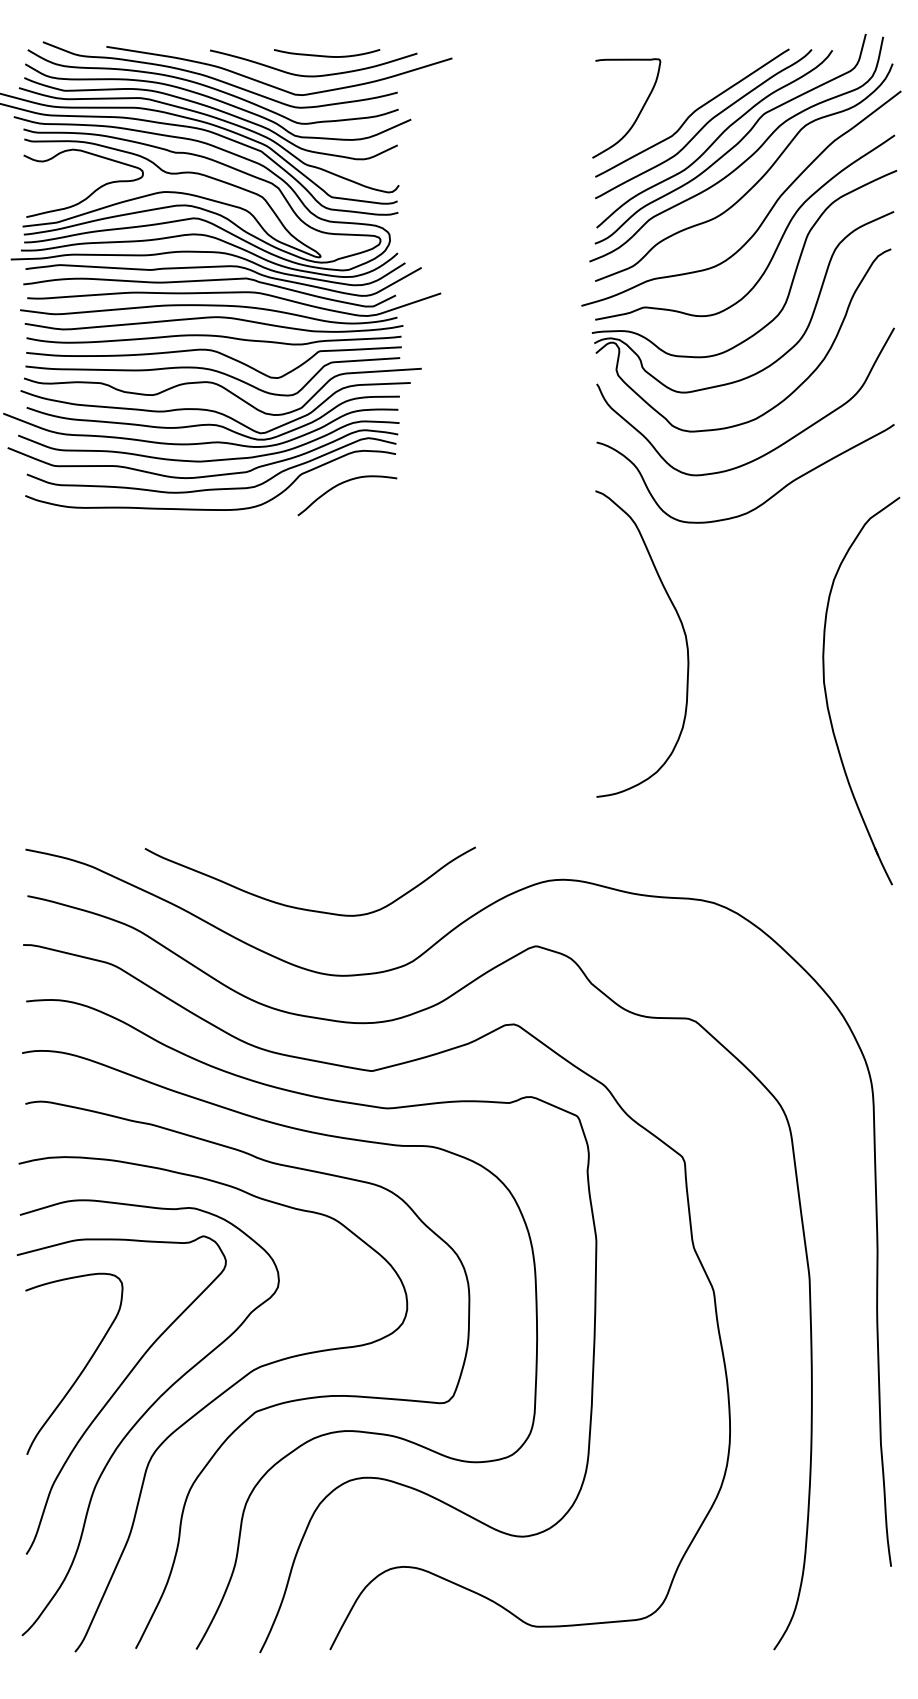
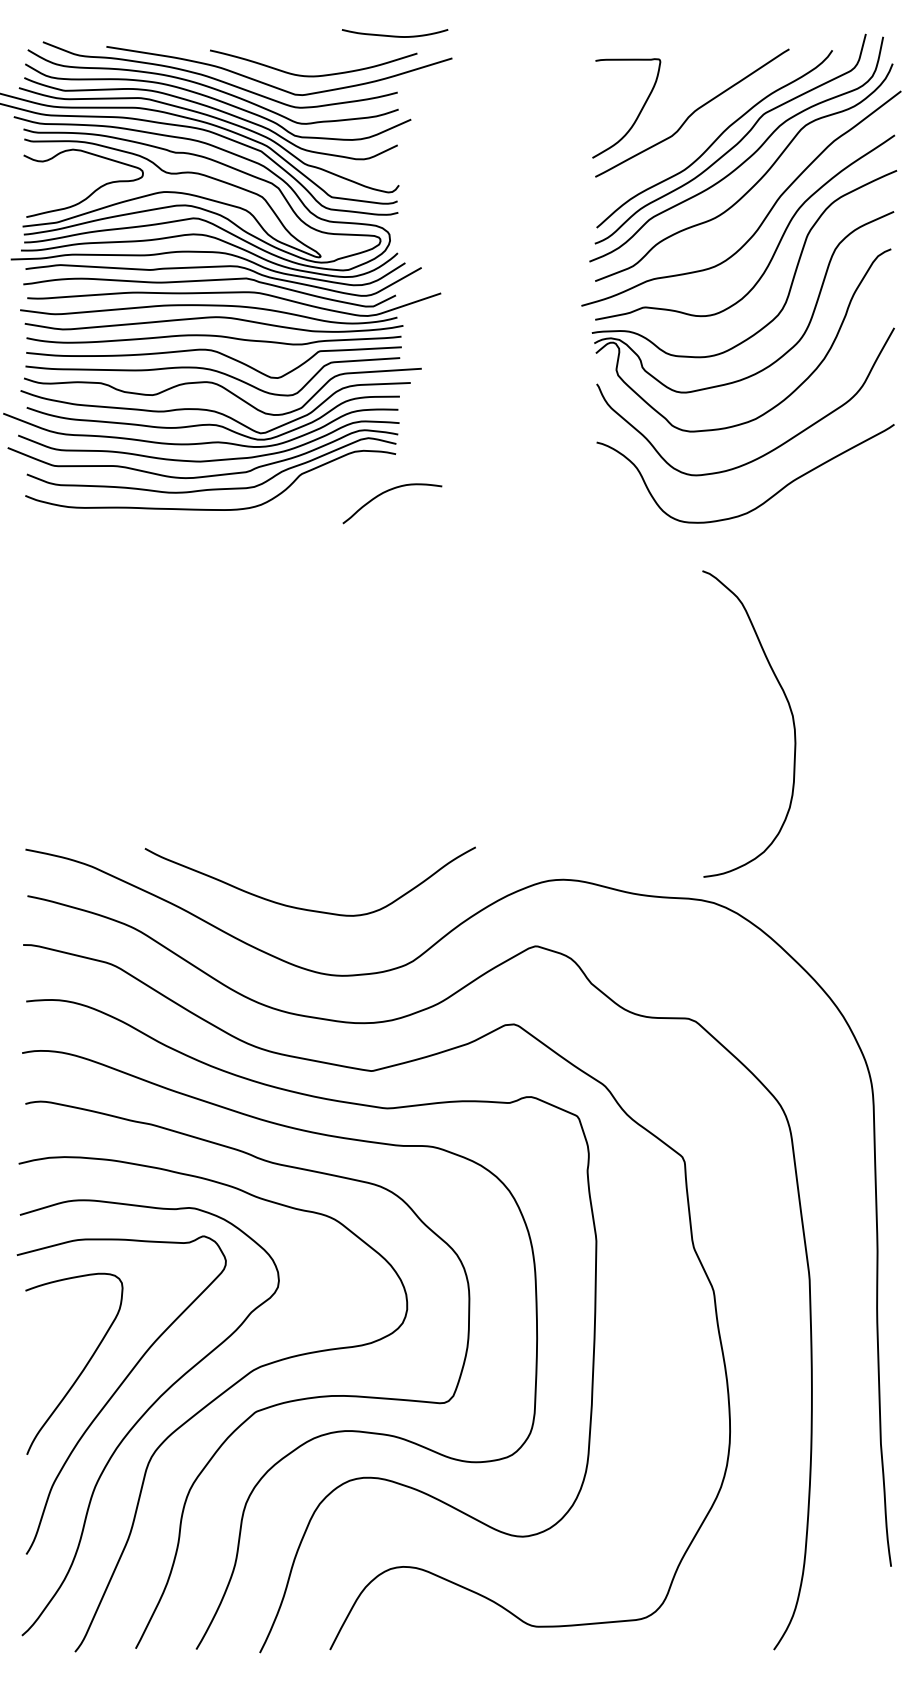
curve at (326, 55) position: (326, 55) -> (394, 35)
curve at (704, 124): present -> none
curve at (341, 484) position: (341, 484) -> (386, 492)
curve at (682, 629) position: (682, 629) -> (789, 709)
part at (827, 697): present -> none
